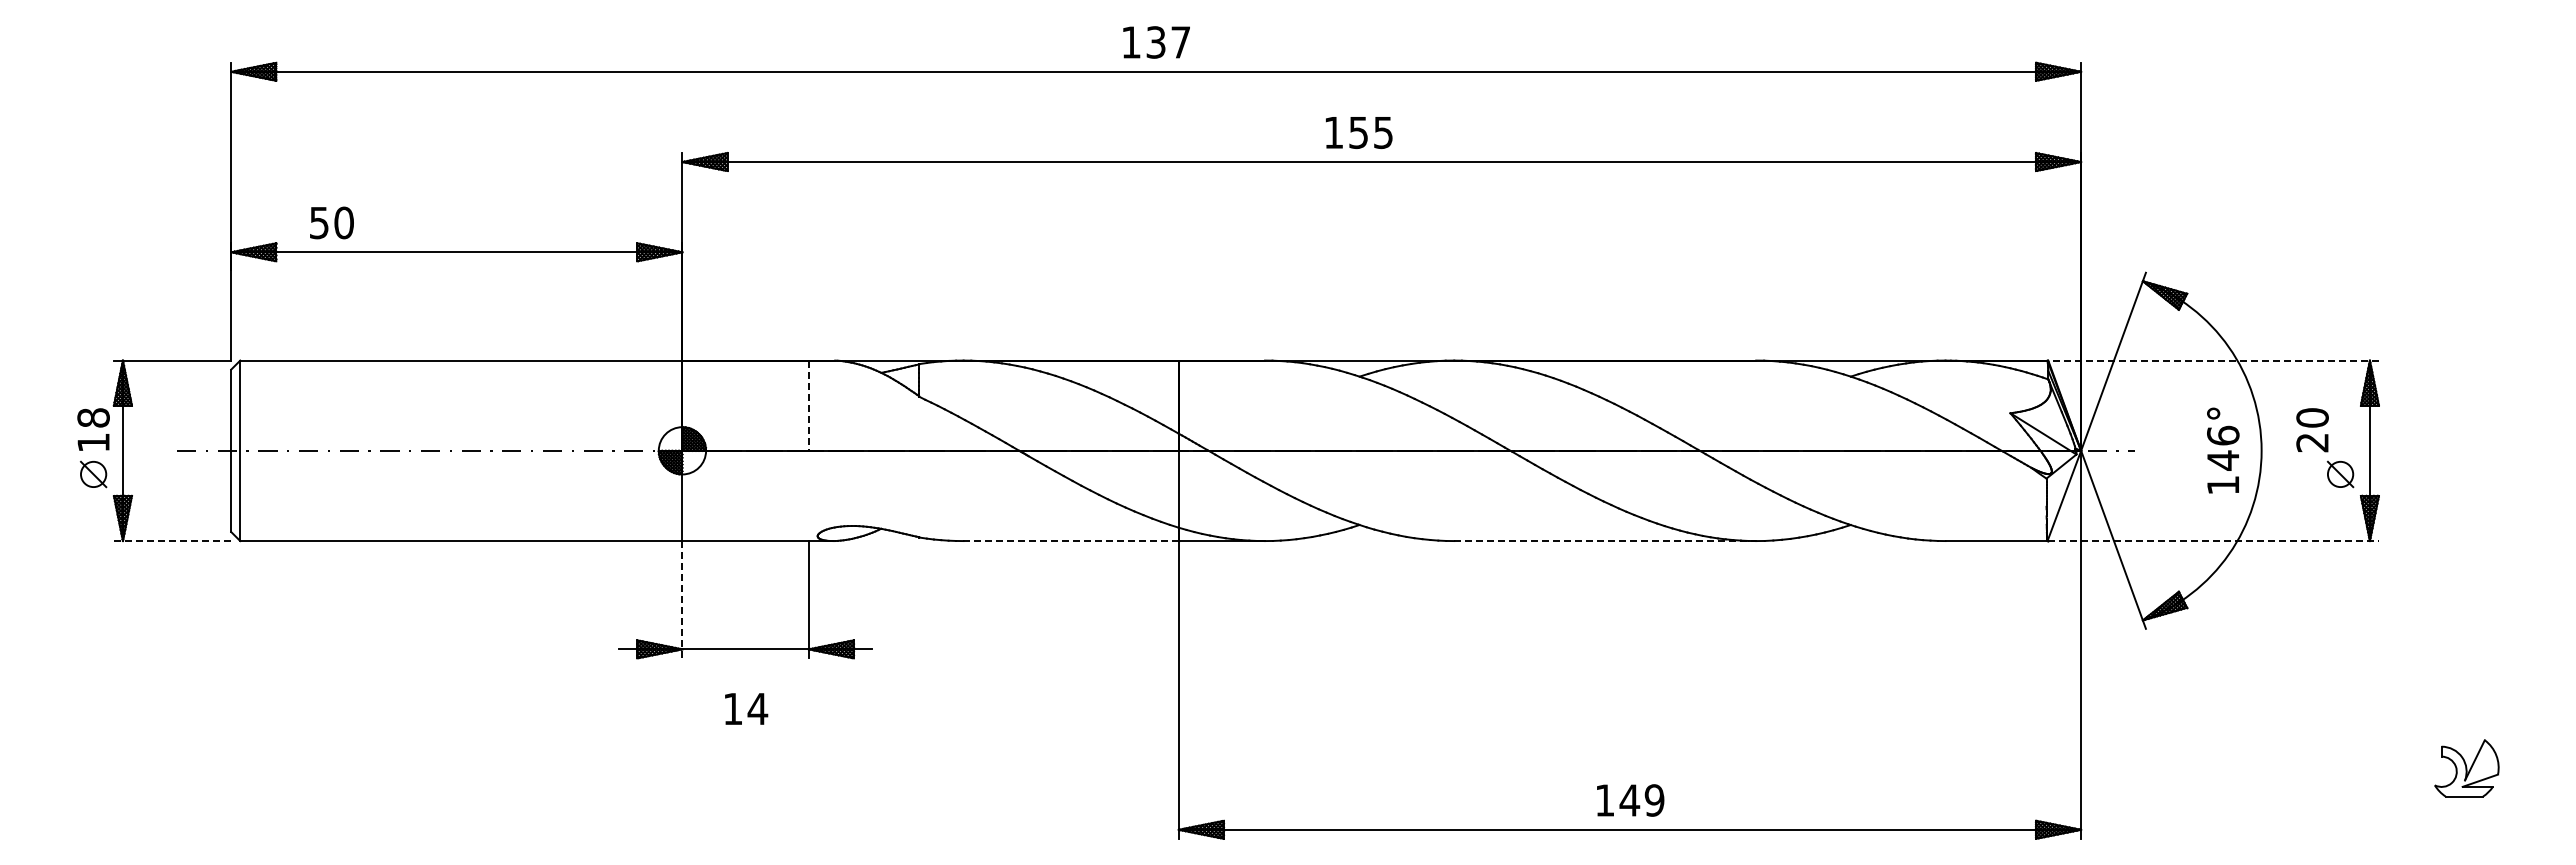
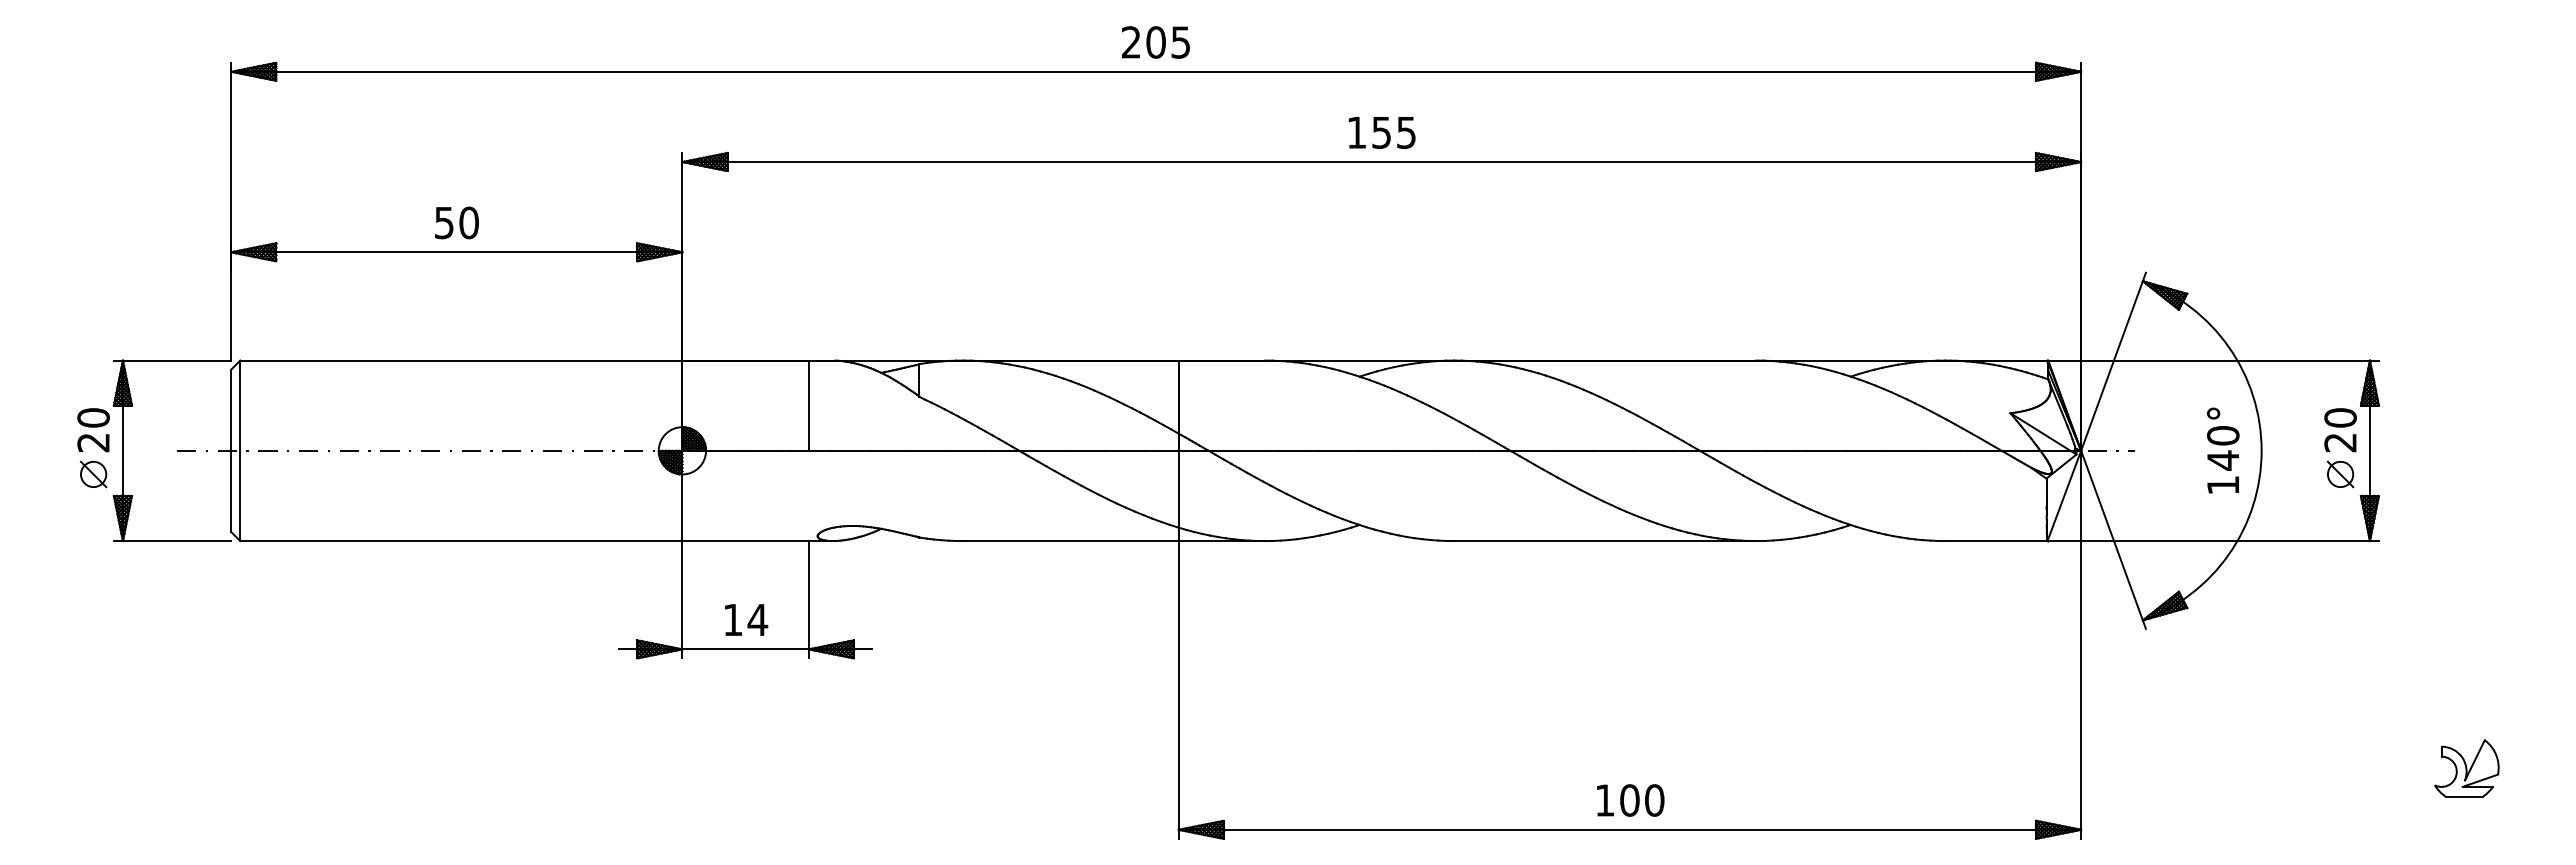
text at (1155, 42): 137 -> 205
text at (1359, 132) position: (1359, 132) -> (1382, 132)
text at (331, 222) position: (331, 222) -> (456, 222)
line at (2213, 360): dashed -> solid
line at (808, 406): dashed -> solid
text at (93, 430): 18 -> 20
text at (2312, 430) position: (2312, 430) -> (2340, 430)
text at (2223, 435): 146° -> 140°
line at (172, 541): dashed -> solid
line at (1070, 541): dashed -> solid
line at (1605, 541): dashed -> solid
line at (2214, 541): dashed -> solid
line at (682, 599): dashed -> solid
text at (746, 708) position: (746, 708) -> (746, 619)
text at (1641, 800): 149 -> 100
